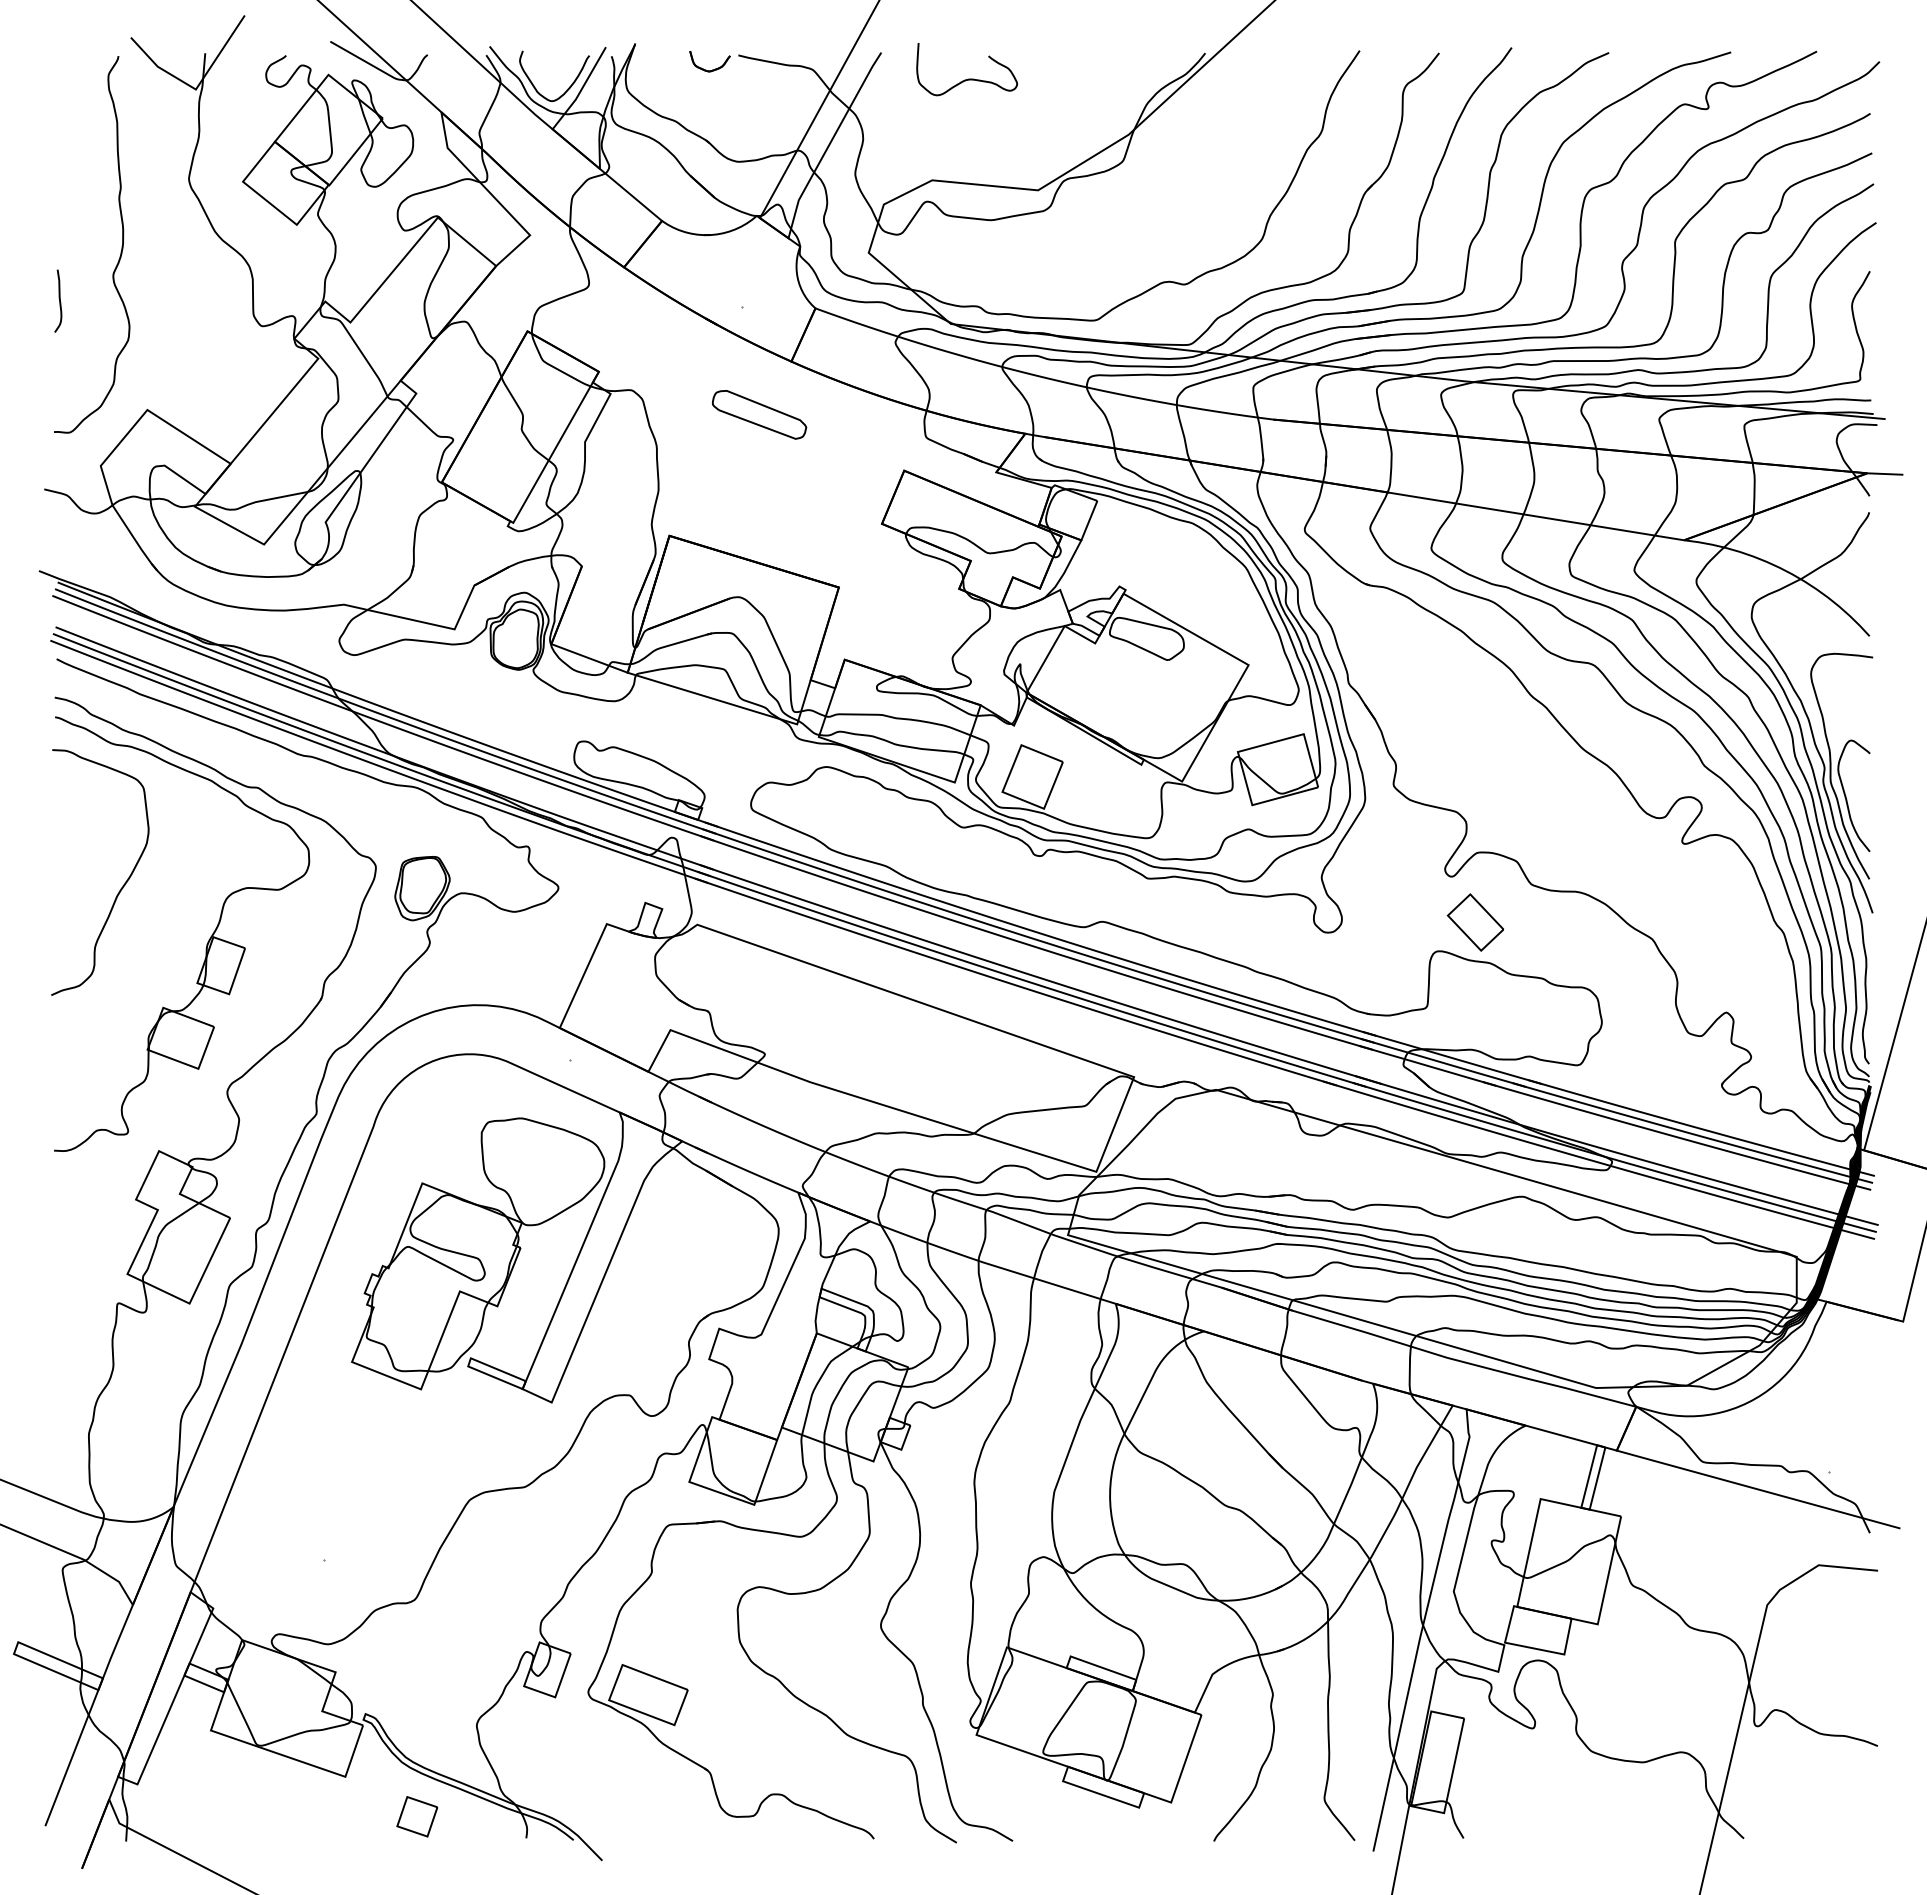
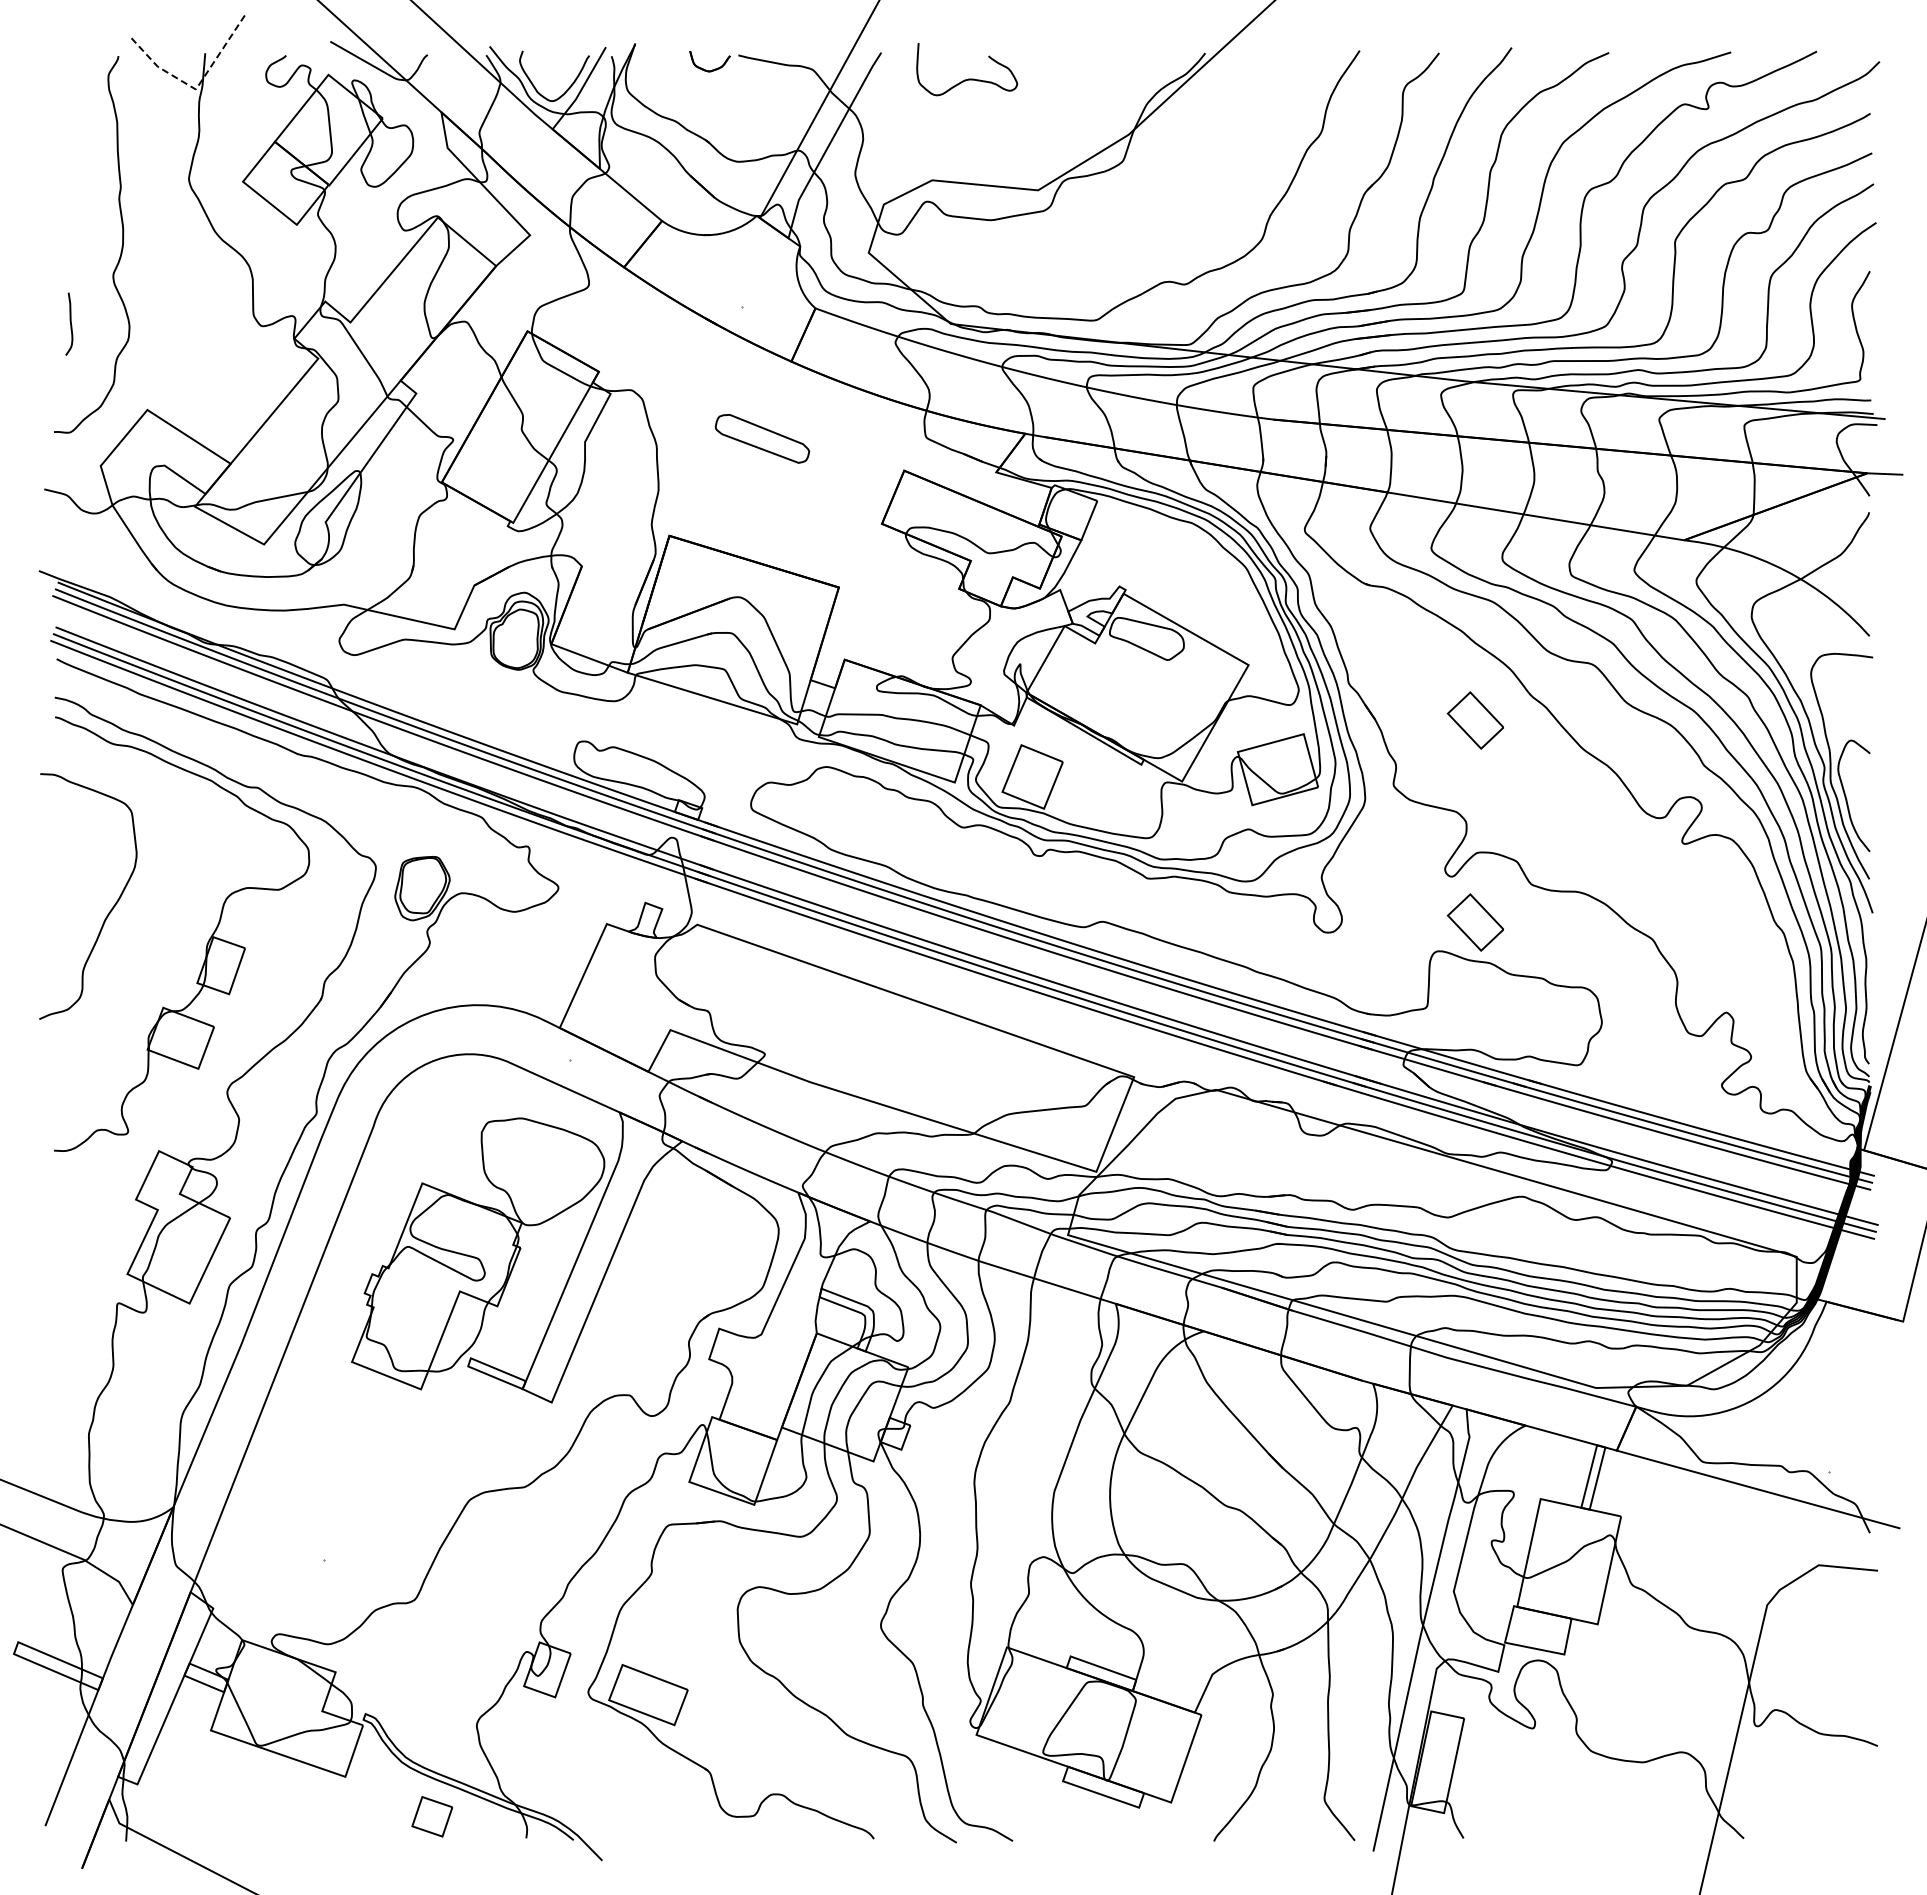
line at (196, 88): solid -> dashed
curve at (59, 300) position: (59, 300) -> (70, 323)
part at (759, 414) position: (759, 414) -> (762, 438)
part at (1474, 720): none -> present
curve at (122, 885) position: (122, 885) -> (110, 909)
part at (417, 1816) position: (417, 1816) -> (432, 1816)
